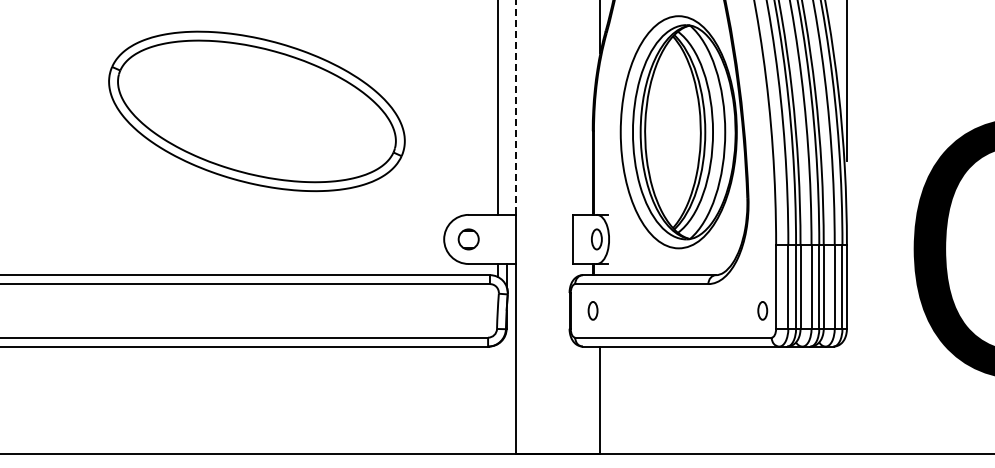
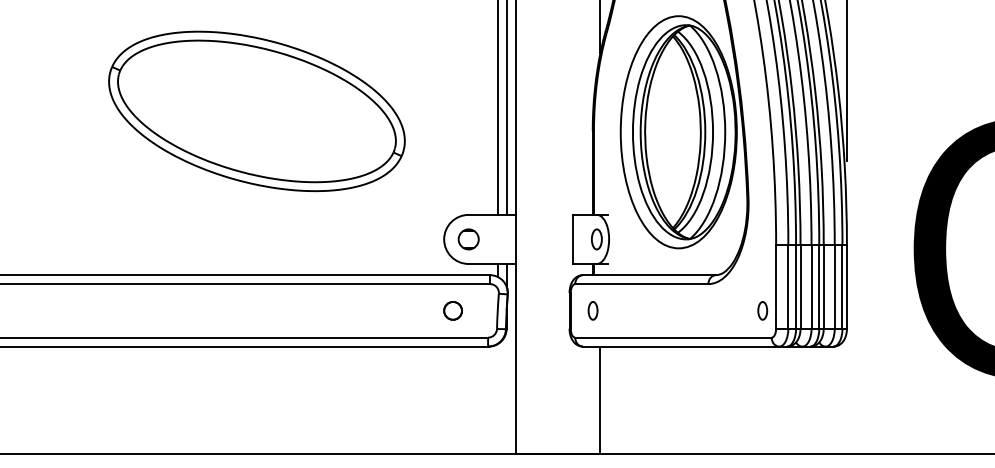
line at (515, 107): dashed -> solid
line at (506, 108): none -> present
circle at (452, 310): none -> present
